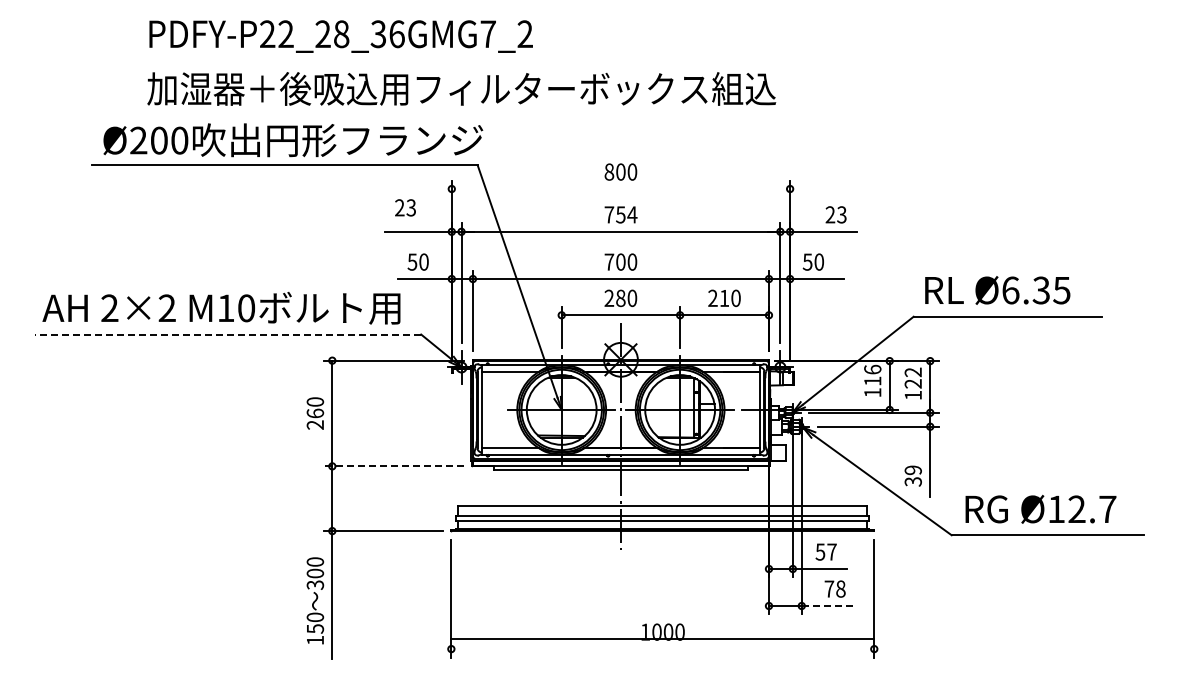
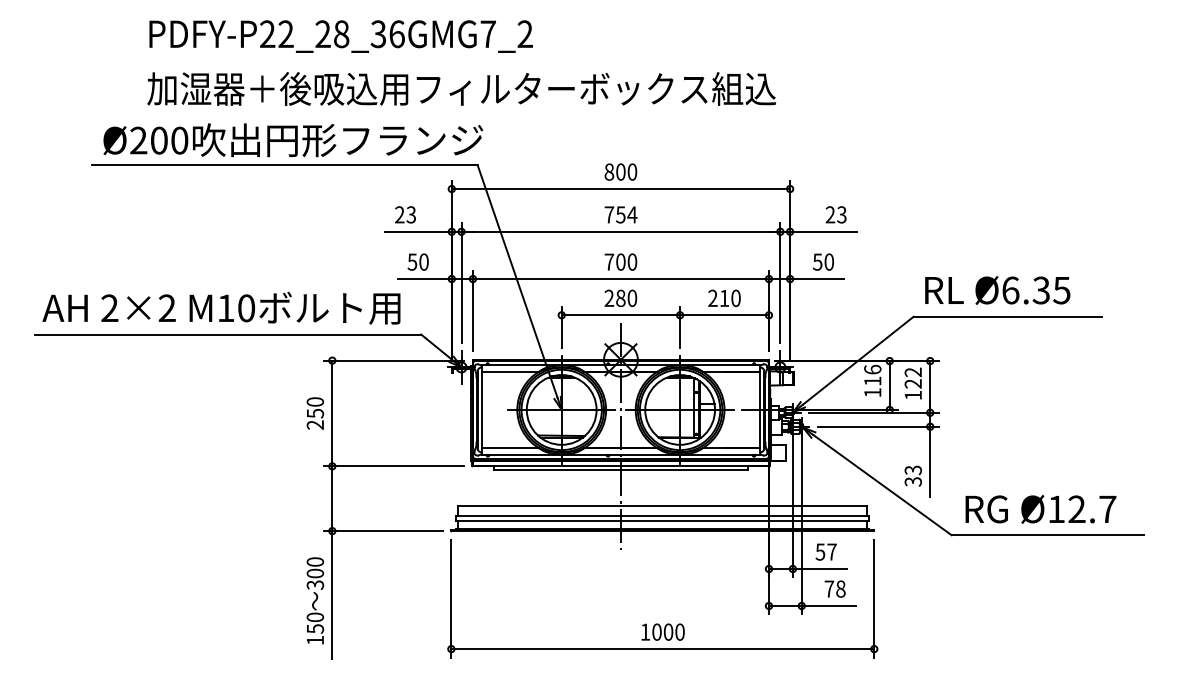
line at (620, 189): none -> present
text at (405, 207) position: (405, 207) -> (405, 214)
text at (812, 261) position: (812, 261) -> (822, 261)
line at (228, 334): dashed -> solid
text at (315, 413): 260 -> 250
line at (393, 466): dashed -> solid
text at (913, 470): 39 -> 33
line at (829, 606): dashed -> solid
line at (662, 639) position: (662, 639) -> (662, 649)
